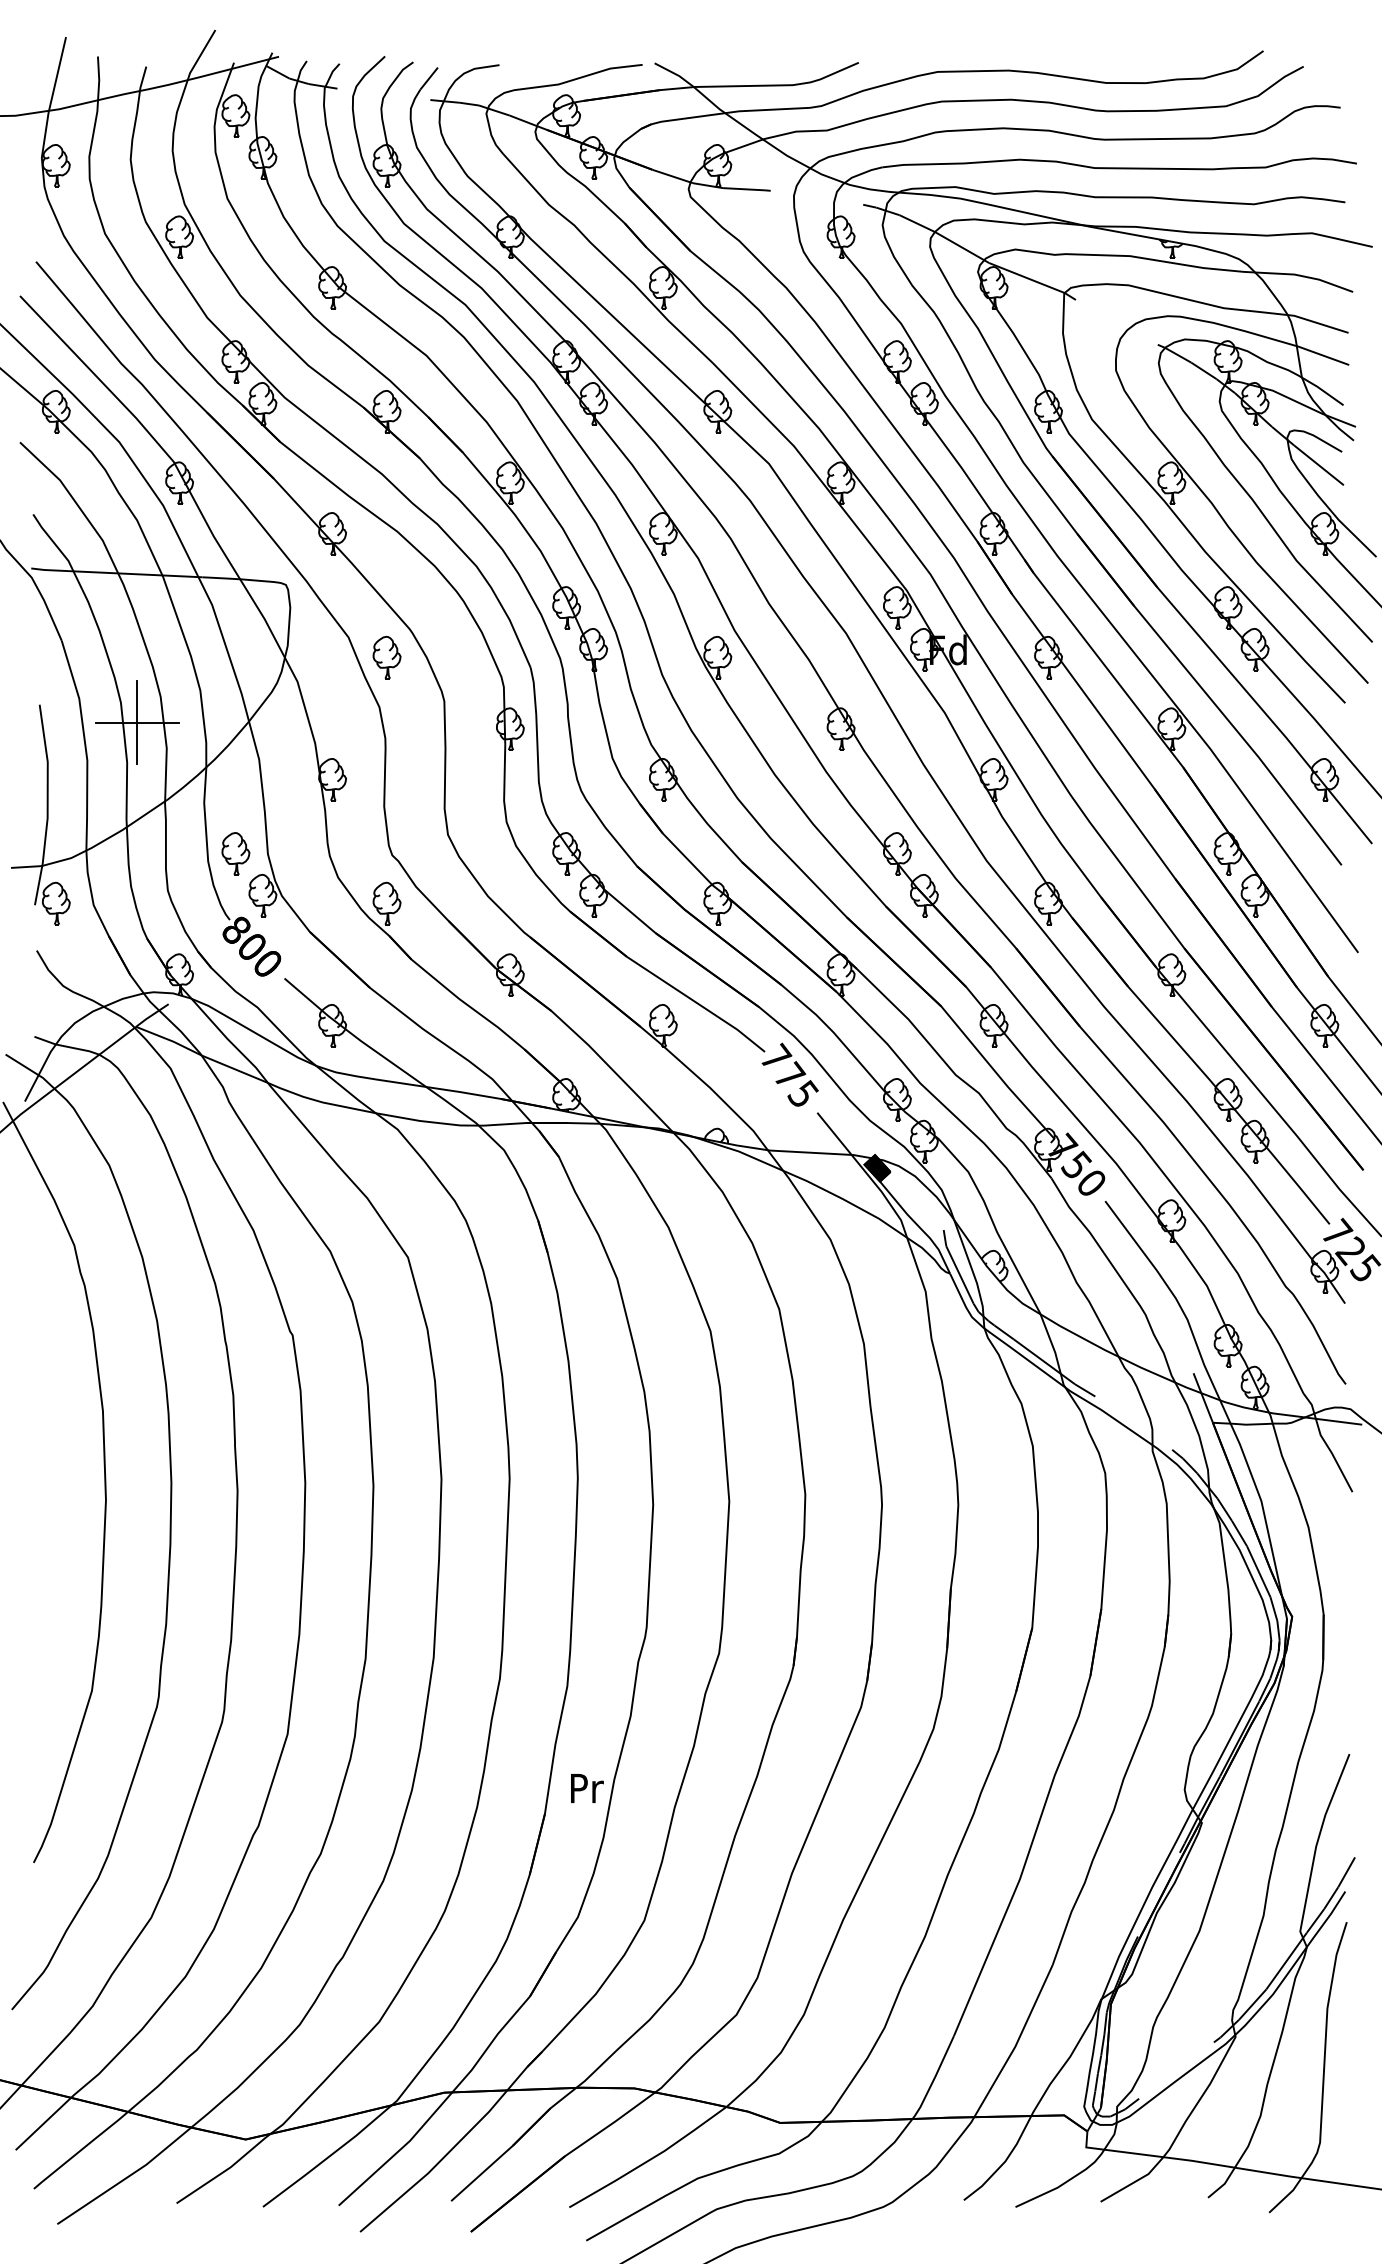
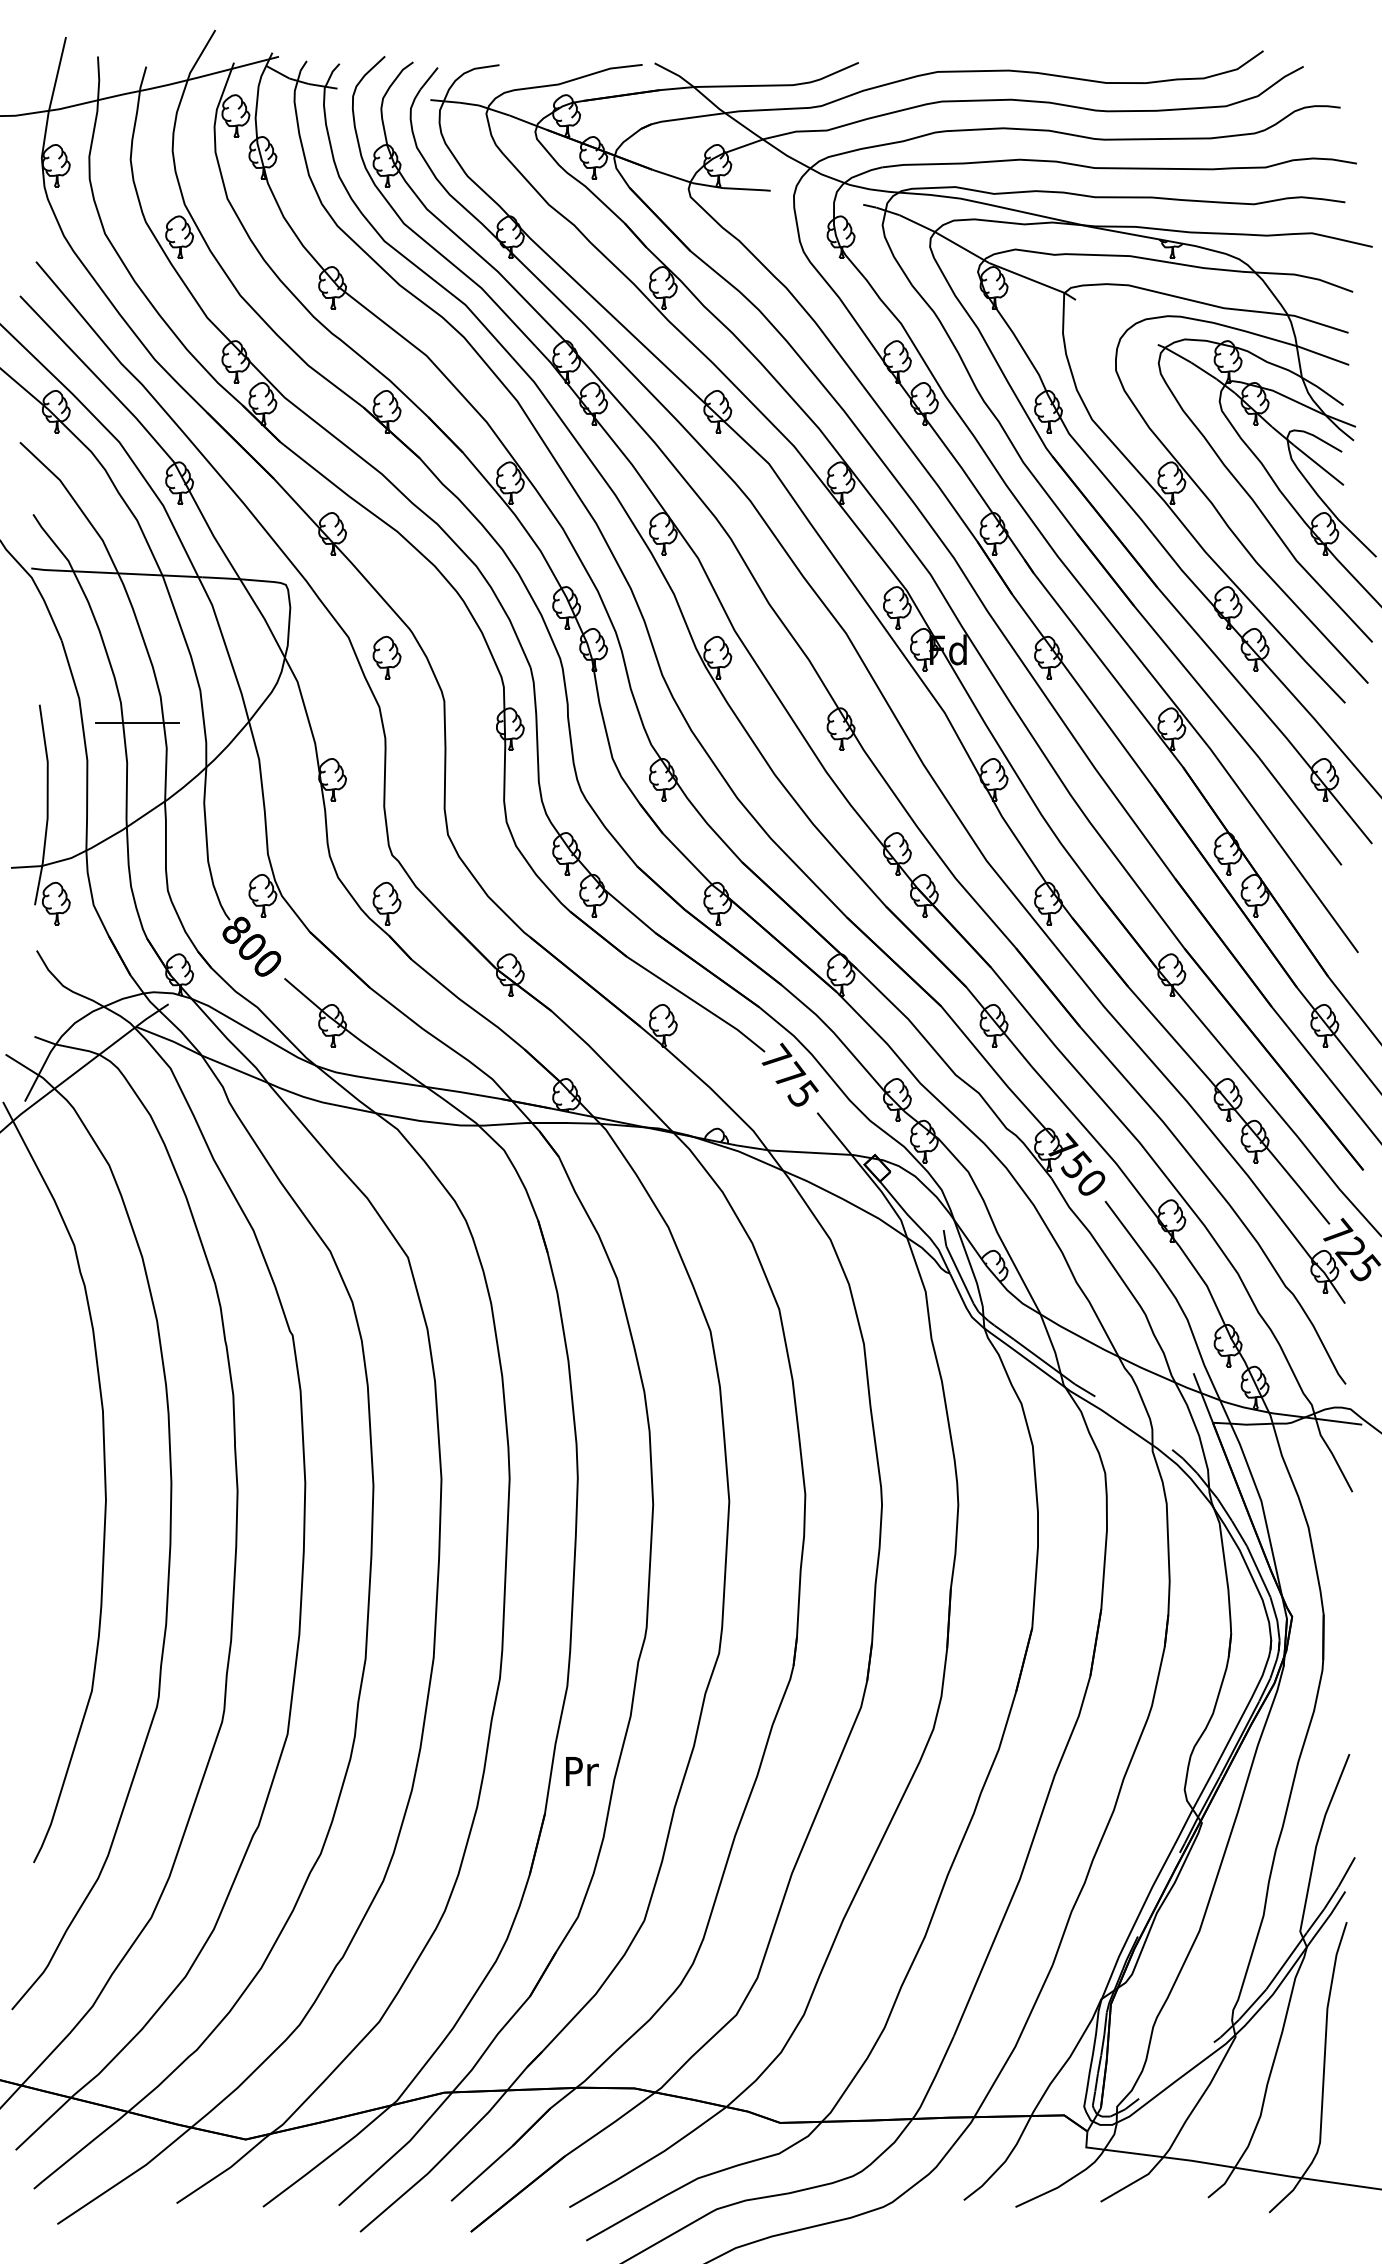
line at (137, 722): present -> none
part at (235, 853): present -> none
fill at (877, 1168): present -> none
text at (587, 1788) position: (587, 1788) -> (582, 1771)
